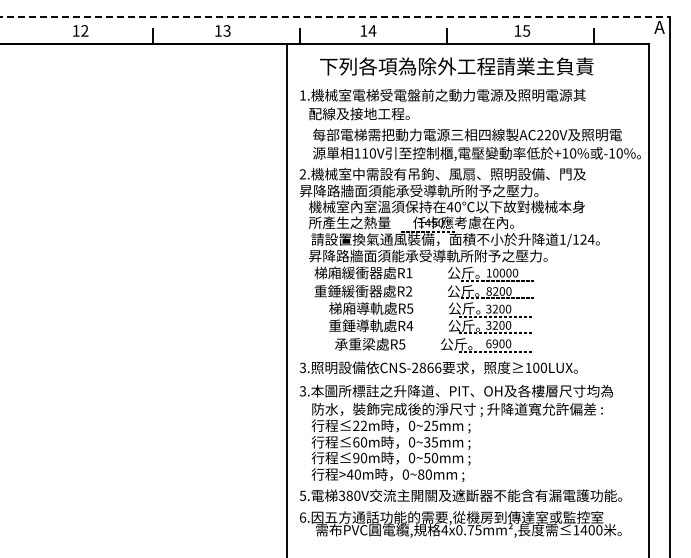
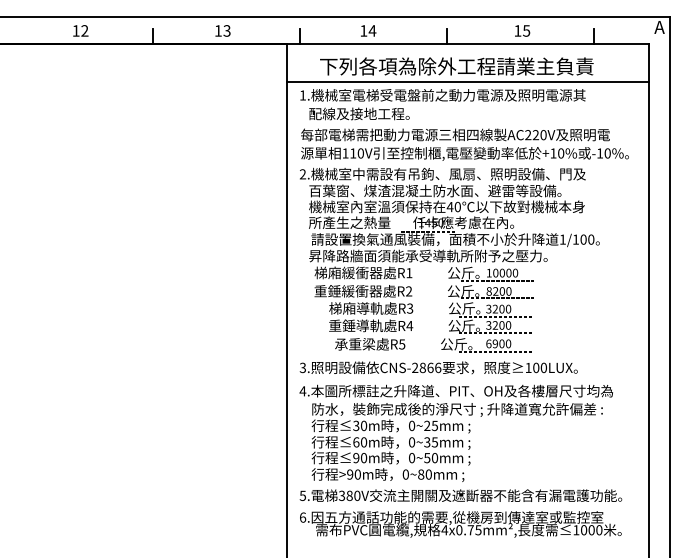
line at (335, 16): dashed -> solid
line at (467, 81): none -> present
text at (476, 144) position: (476, 144) -> (464, 144)
text at (430, 190): 昇降路牆面須能承受導軌所附予之壓力。 -> 百葉窗、煤渣混凝土防水面、避雷等設備。
text at (587, 239): 1/124 -> 1/100
text at (410, 307): R5 -> R3
text at (302, 391): 3. -> 4.
text at (360, 426): 22m -> 30m
text at (349, 474): >40m -> >90m
text at (583, 530): 1400 -> 1000
